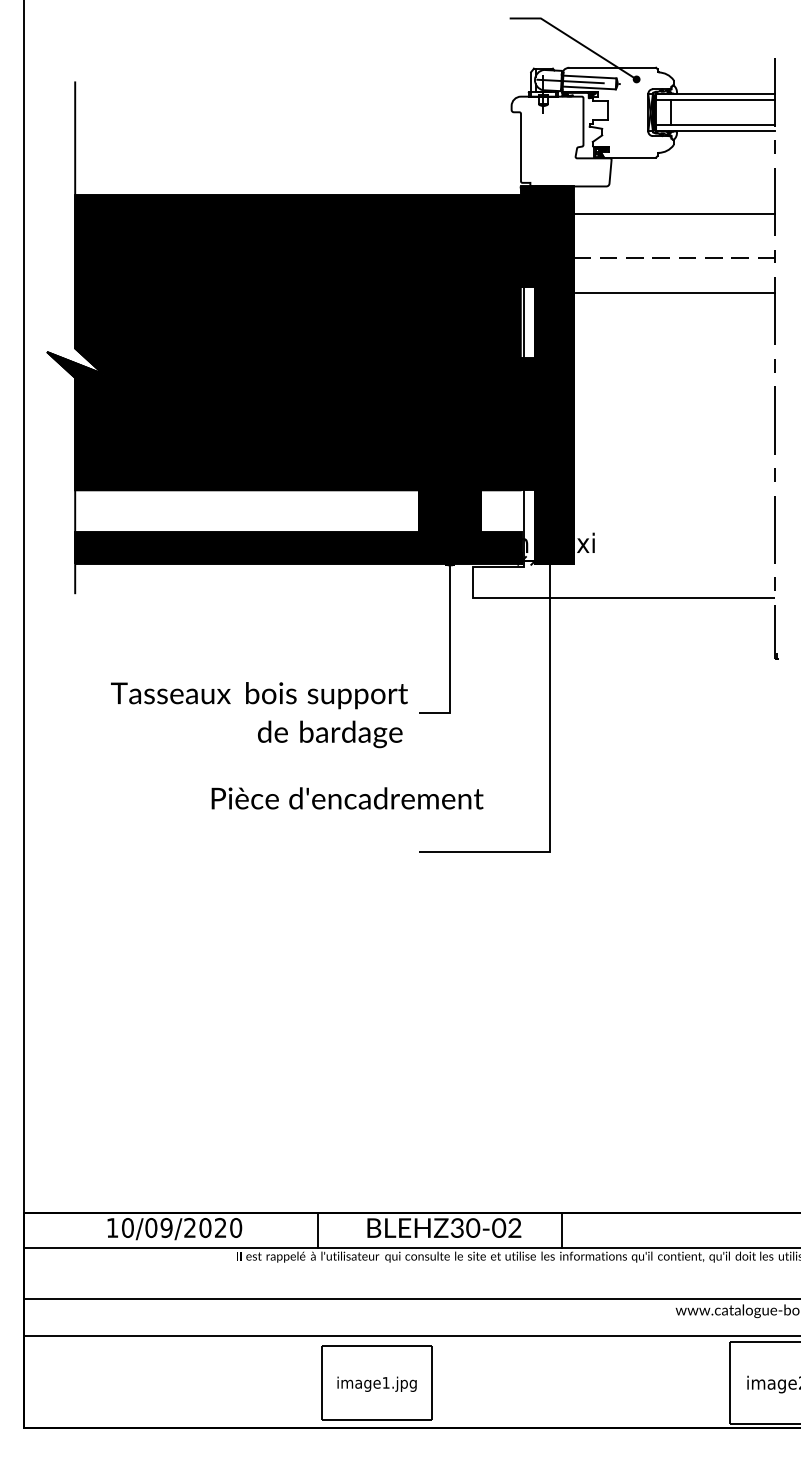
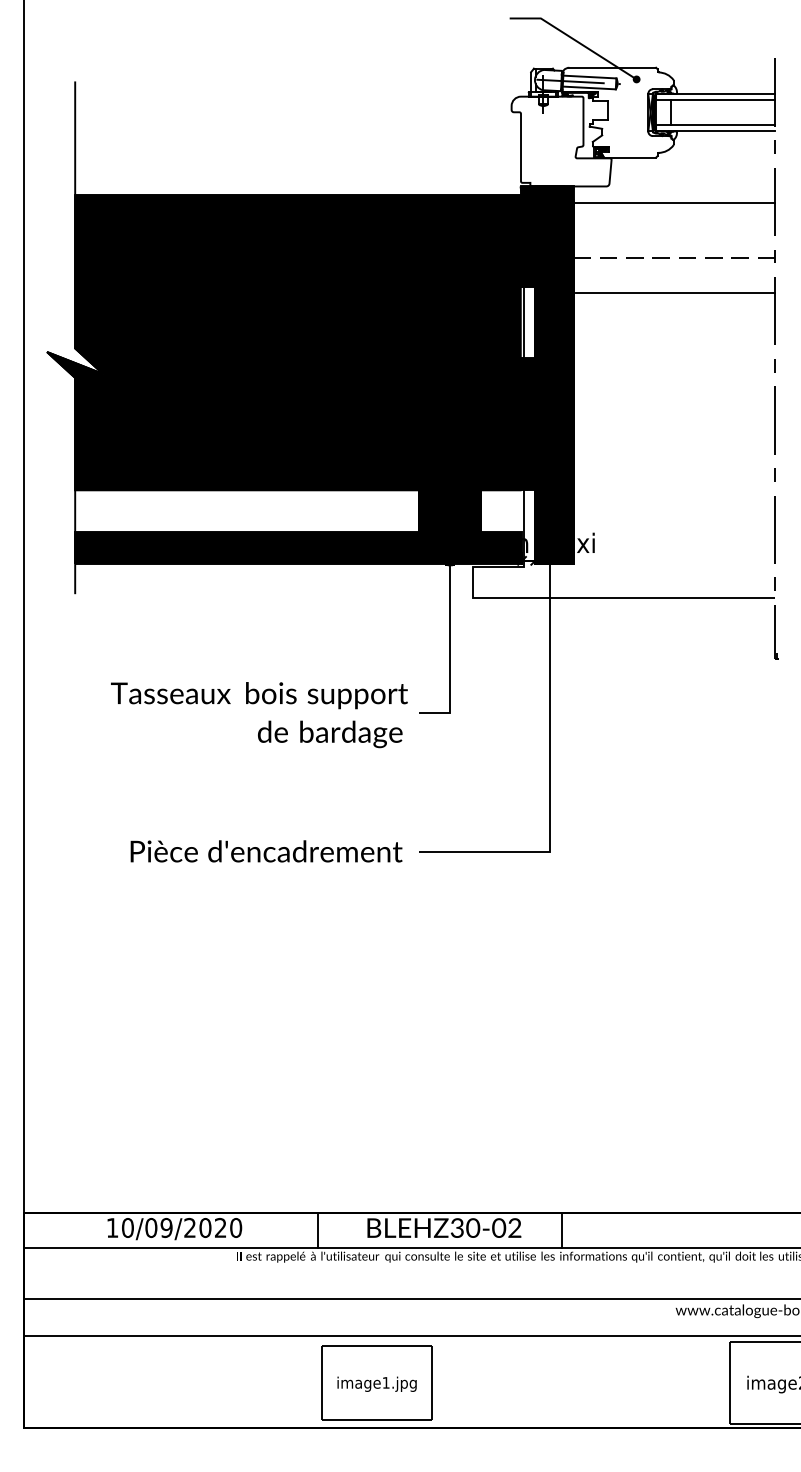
line at (675, 213) position: (675, 213) -> (675, 202)
text at (347, 798) position: (347, 798) -> (266, 851)
